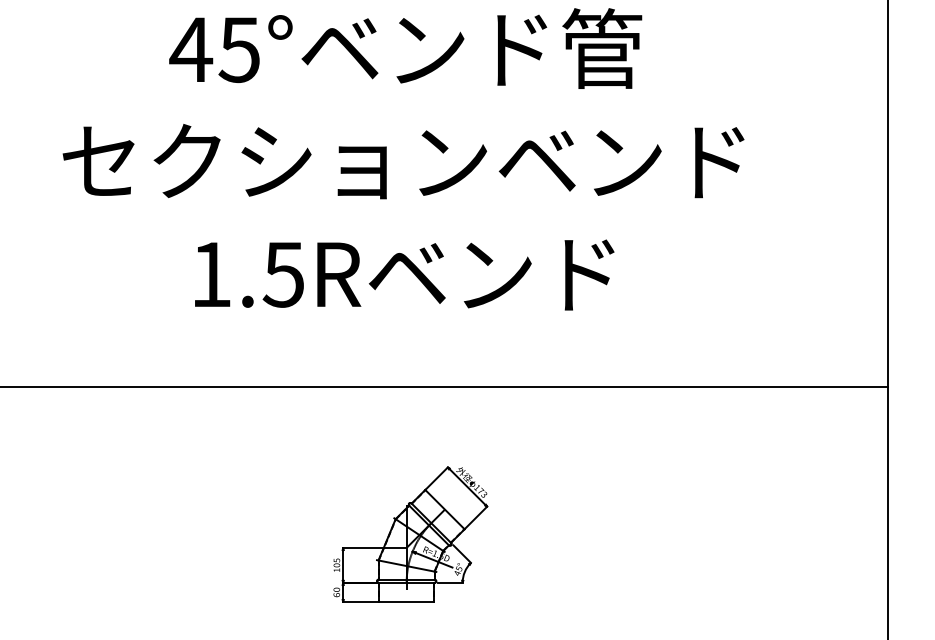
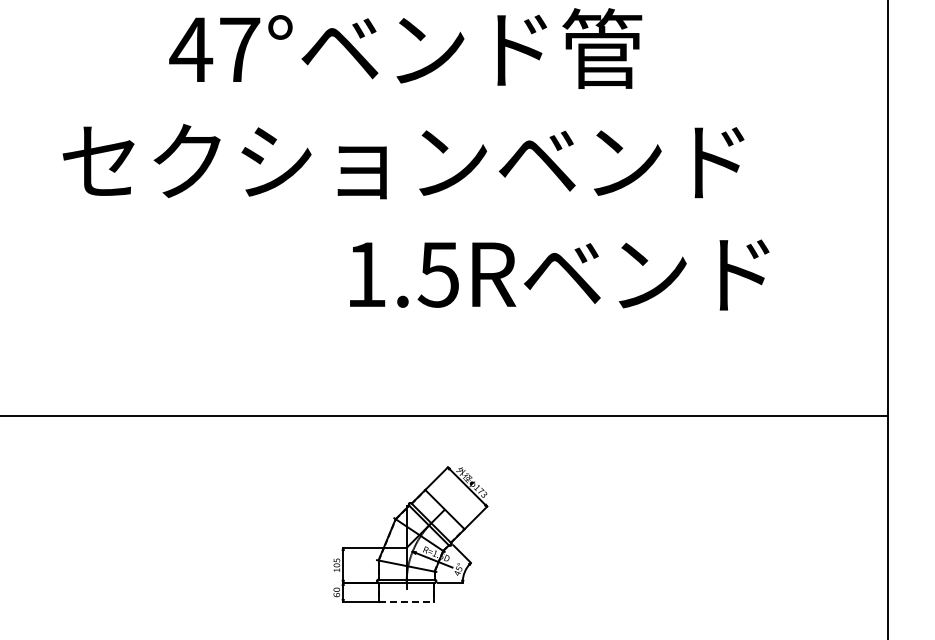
text at (239, 50): 45° -> 47°
text at (404, 274) position: (404, 274) -> (559, 274)
line at (445, 387) position: (445, 387) -> (445, 416)
line at (406, 602): solid -> dashed
